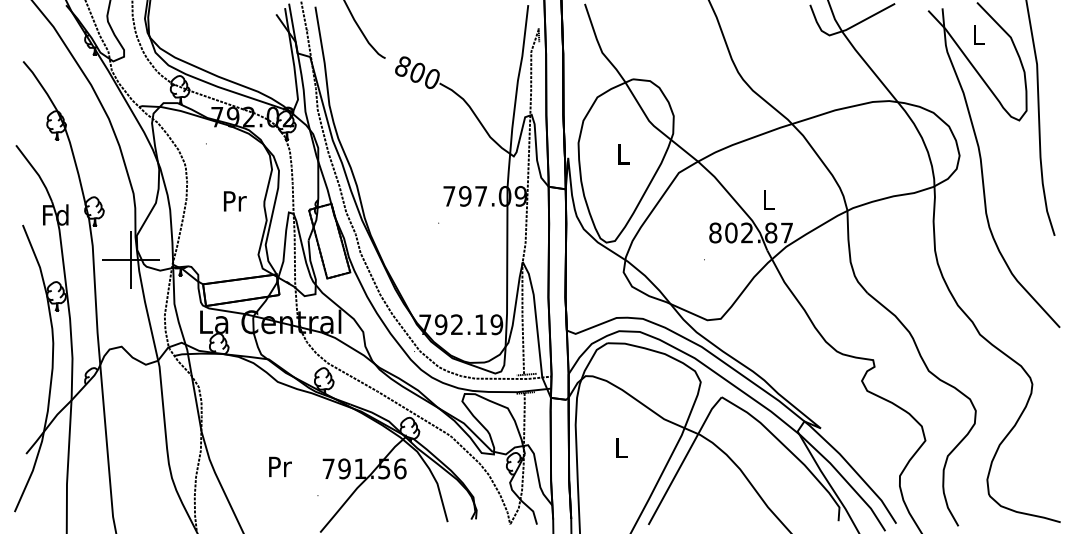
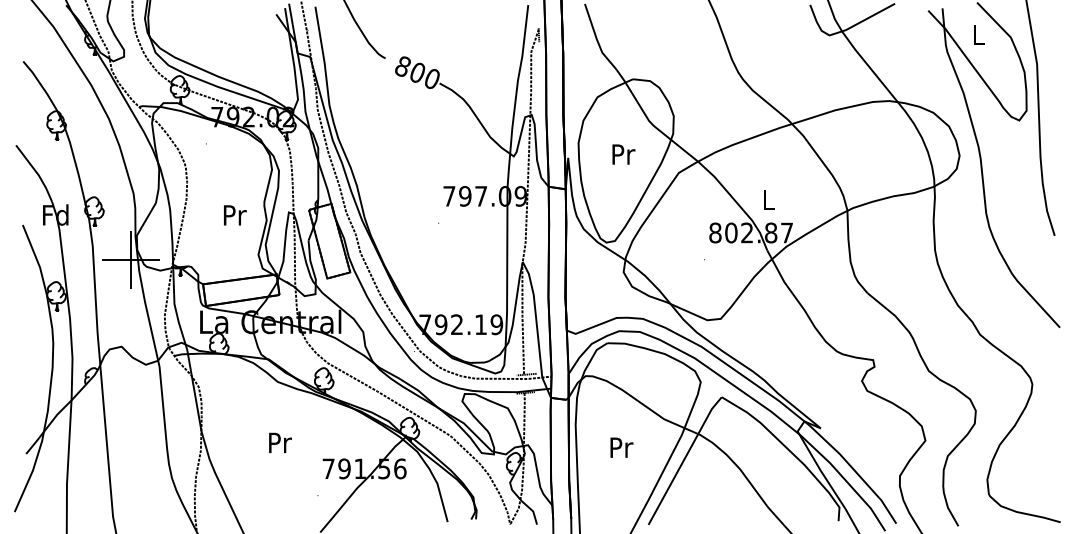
text at (623, 154): L -> Pr
text at (235, 201) position: (235, 201) -> (235, 215)
text at (621, 447): L -> Pr
text at (280, 466) position: (280, 466) -> (280, 442)
